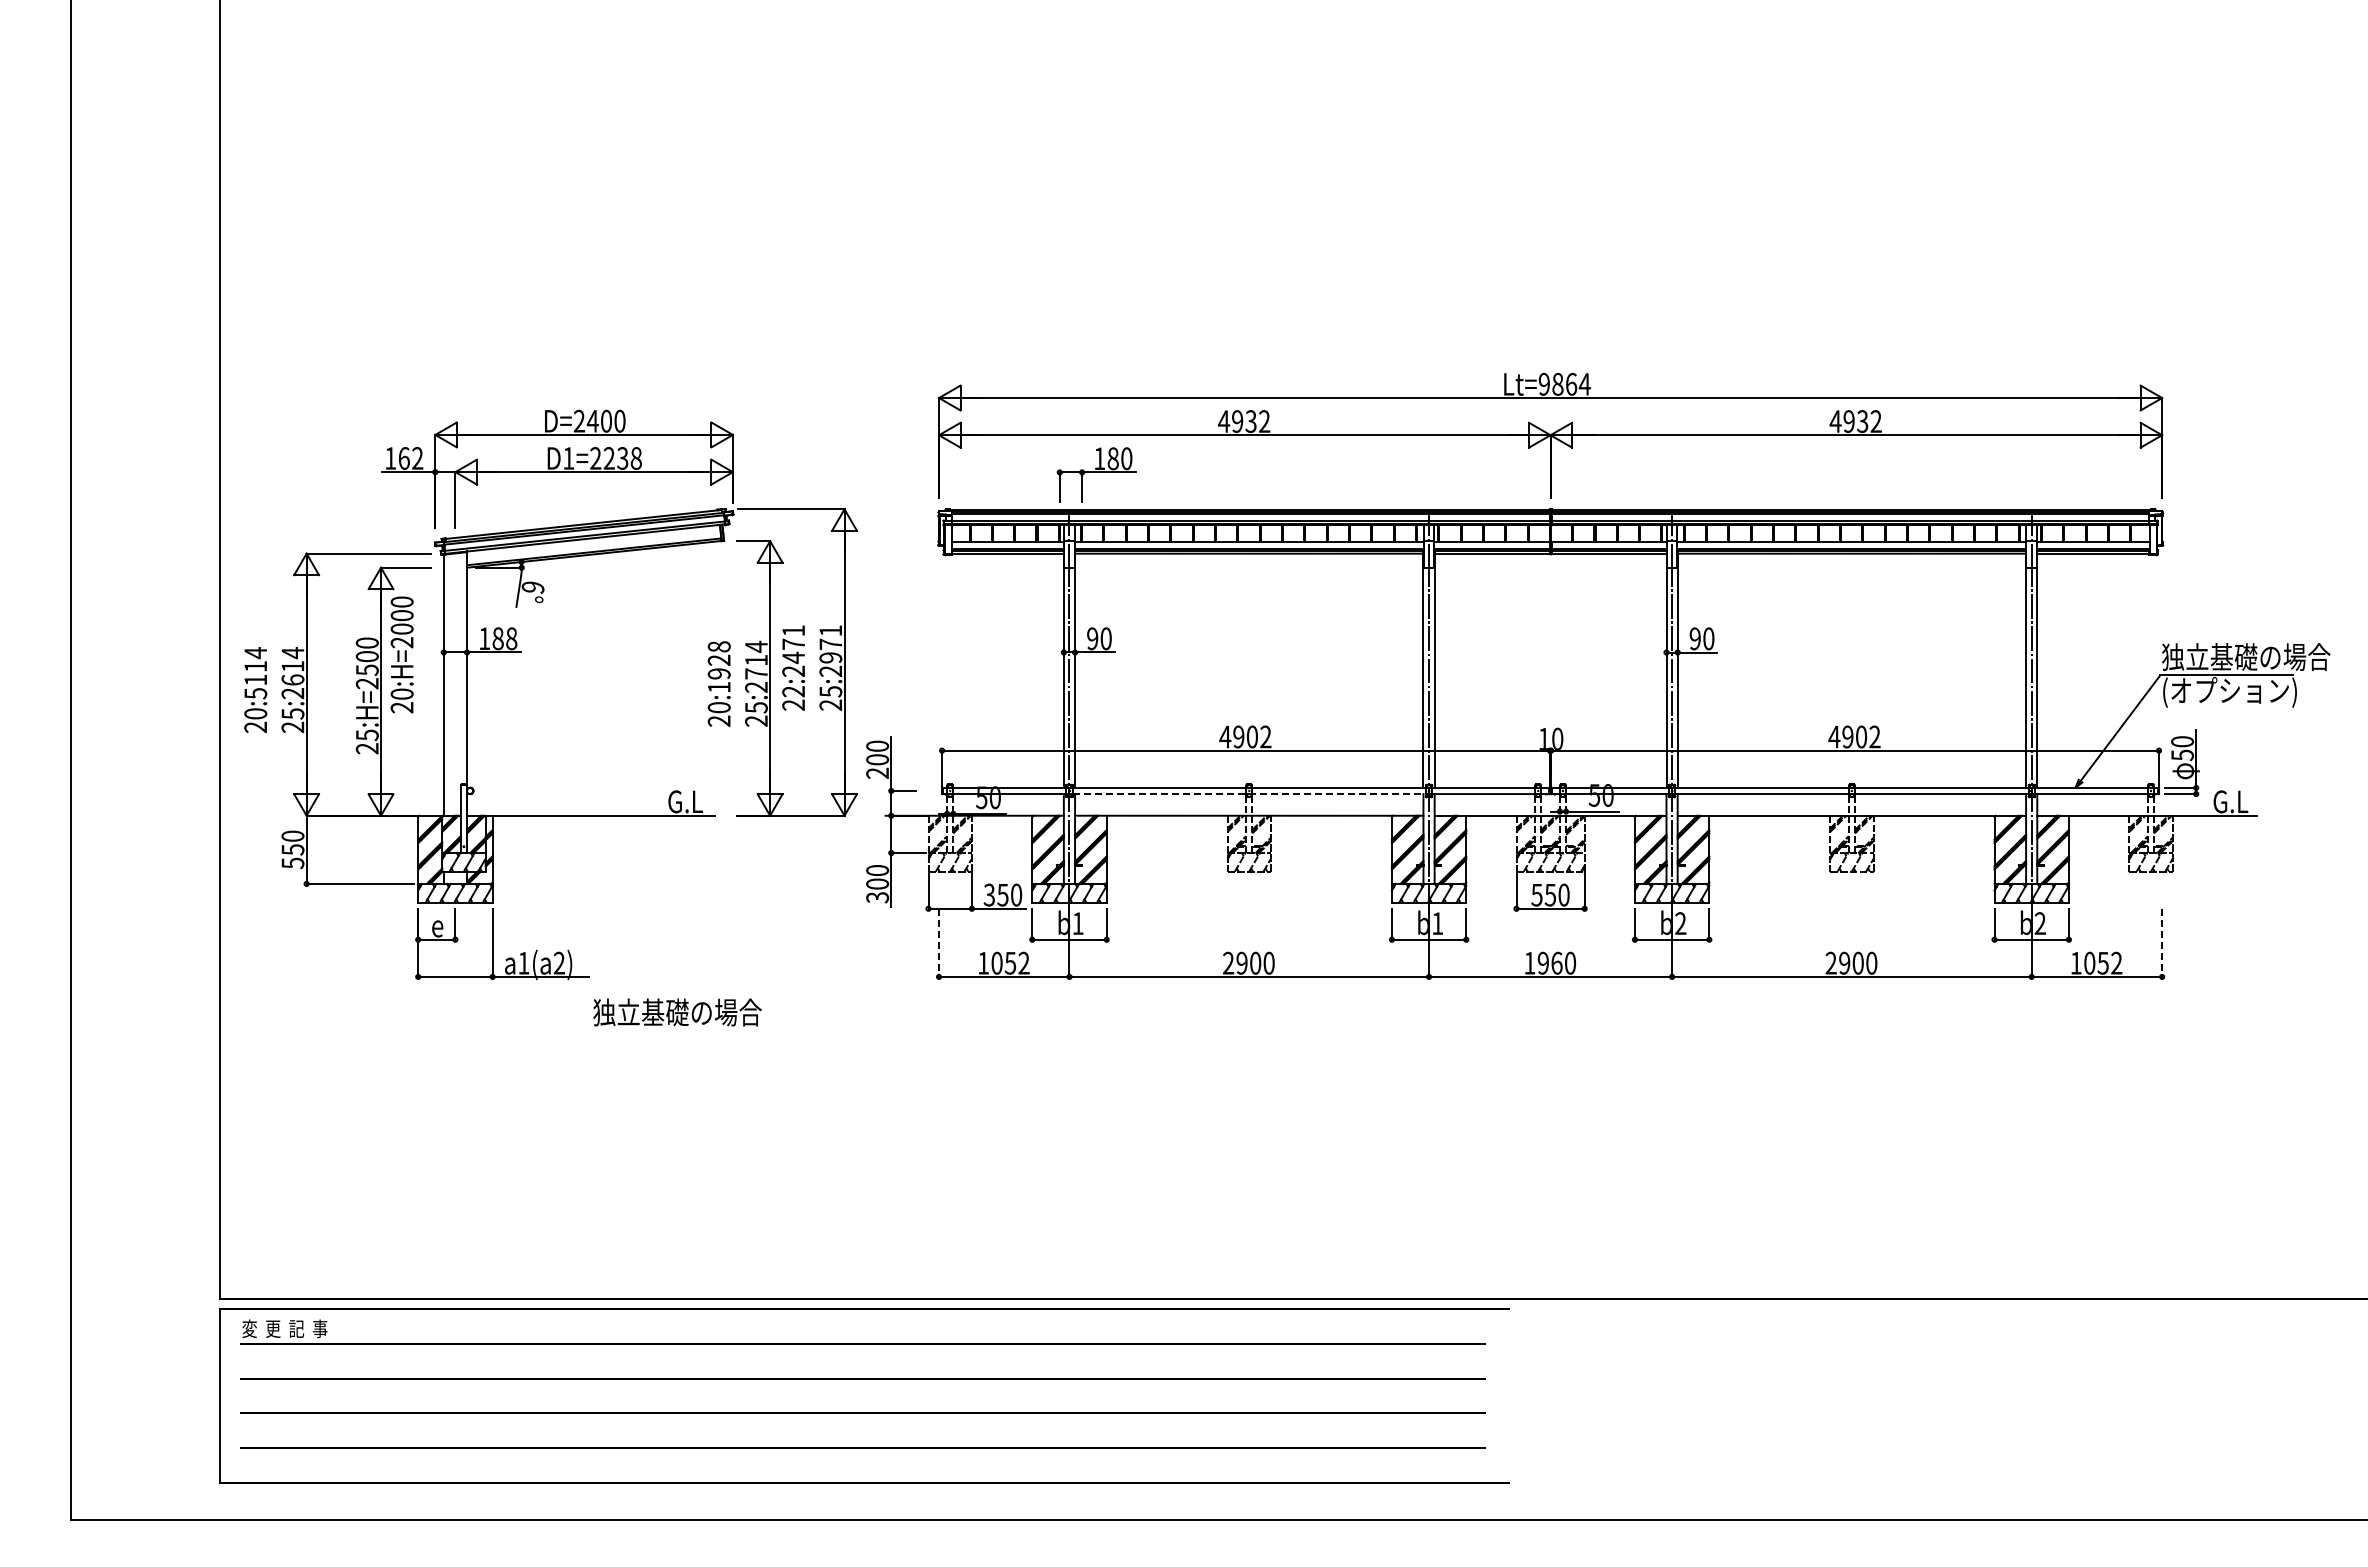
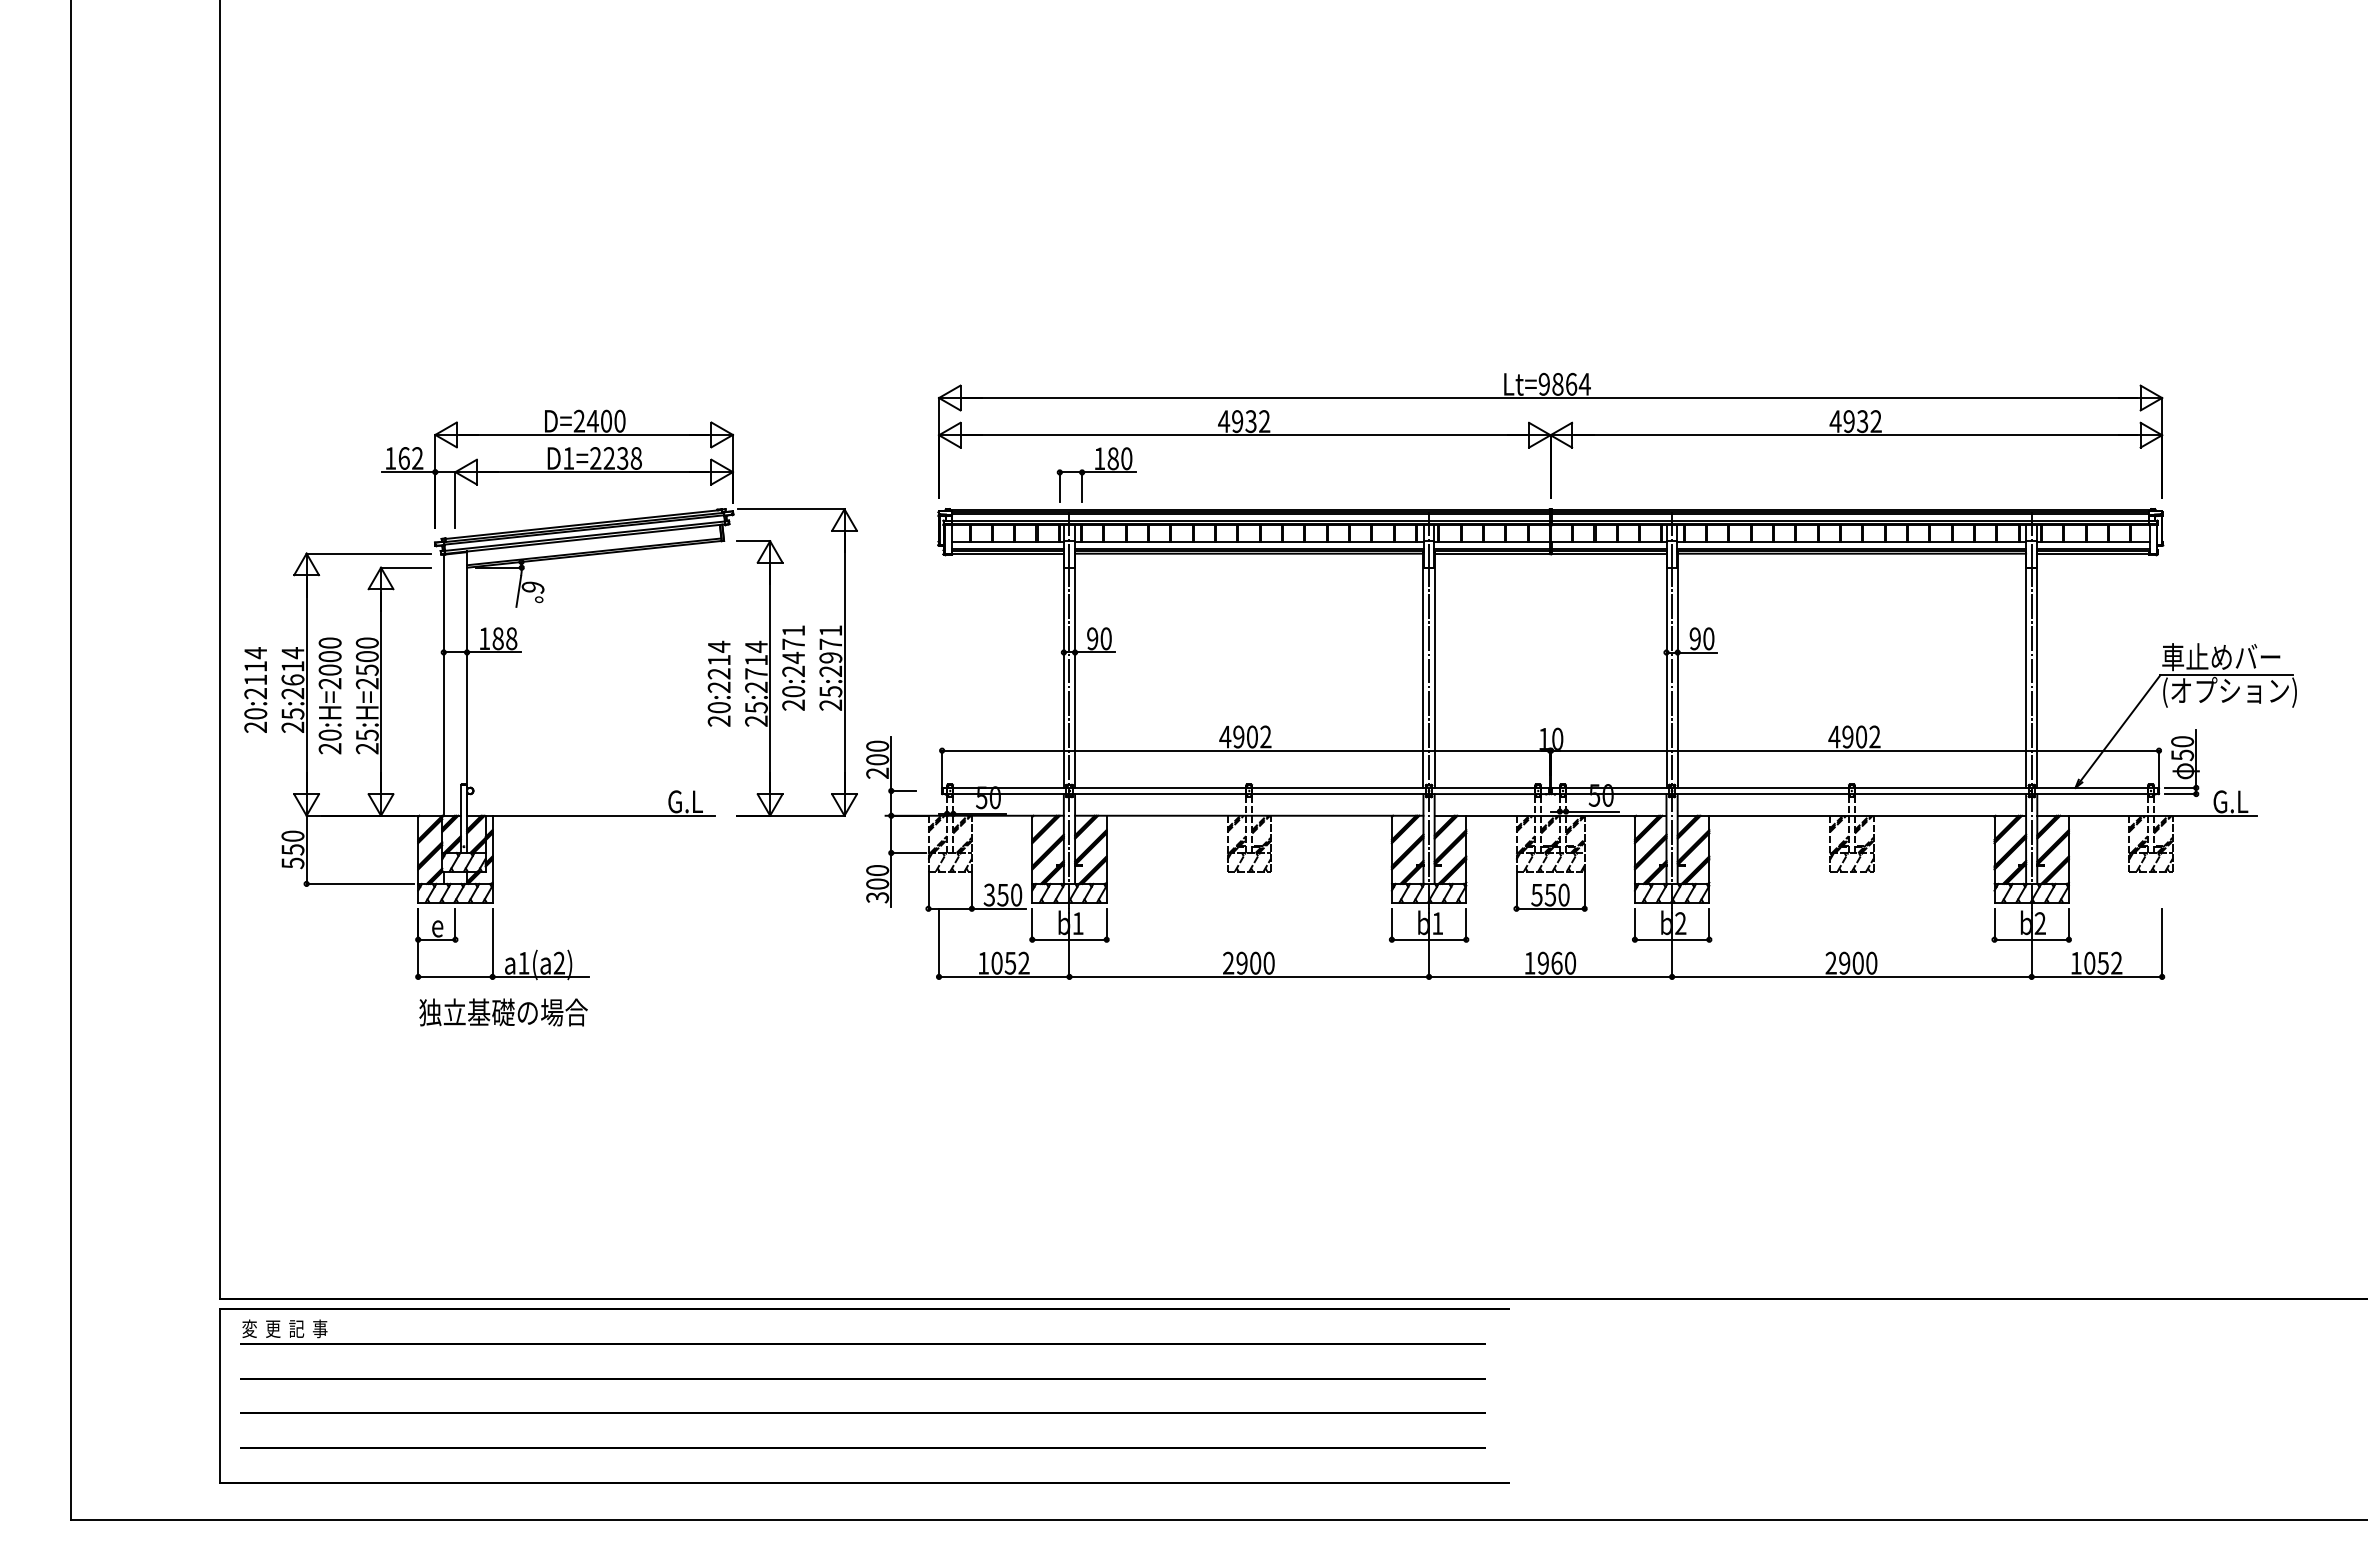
text at (401, 654) position: (401, 654) -> (329, 695)
text at (2246, 657): 独立基礎の場合 -> 車止めバー
text at (718, 666): 20:1928 -> 20:2214
text at (793, 691): 22:2471 -> 20:2471
text at (255, 693): 20:5114 -> 20:2114
line at (1249, 794): dashed -> solid
line at (939, 943): dashed -> solid
line at (2162, 943): dashed -> solid
text at (677, 1012) position: (677, 1012) -> (503, 1012)
